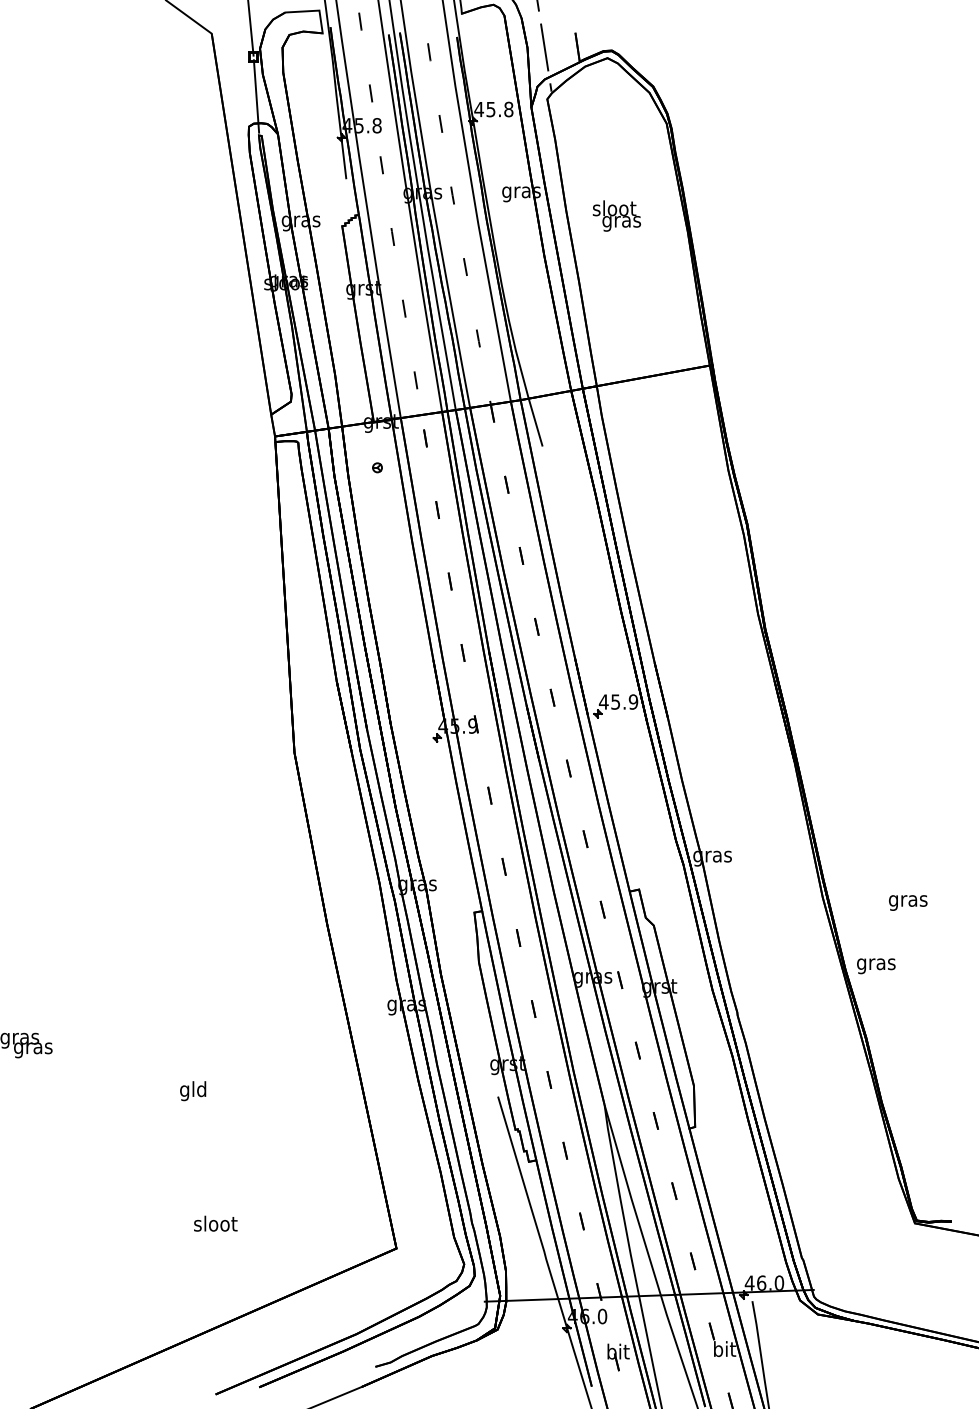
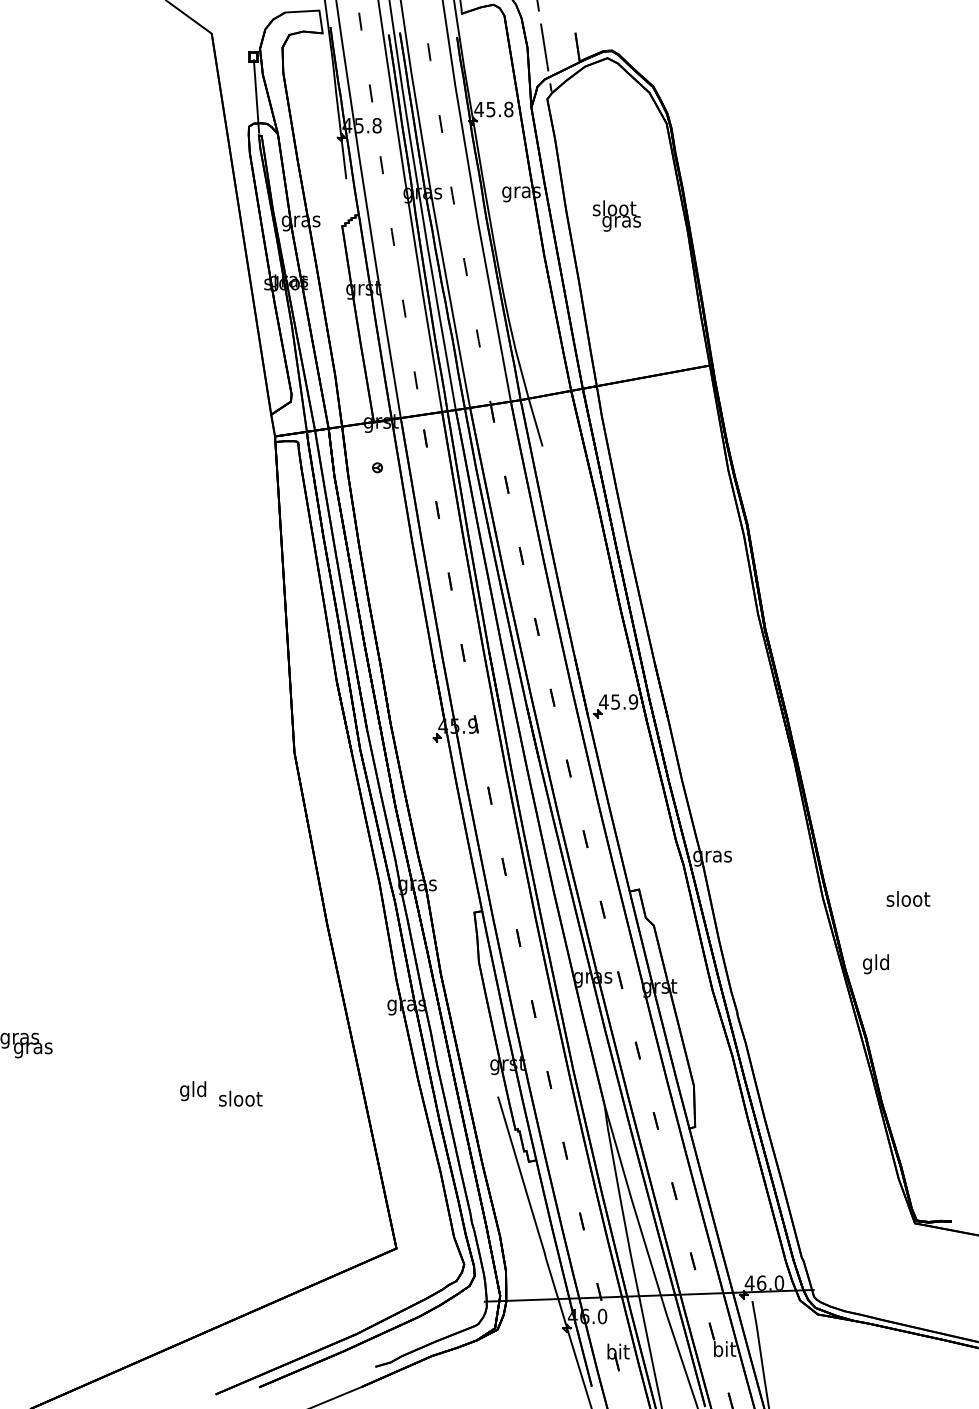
line at (250, 28): present -> none
text at (908, 900): gras -> sloot
text at (876, 964): gras -> gld
text at (215, 1223) position: (215, 1223) -> (240, 1098)
